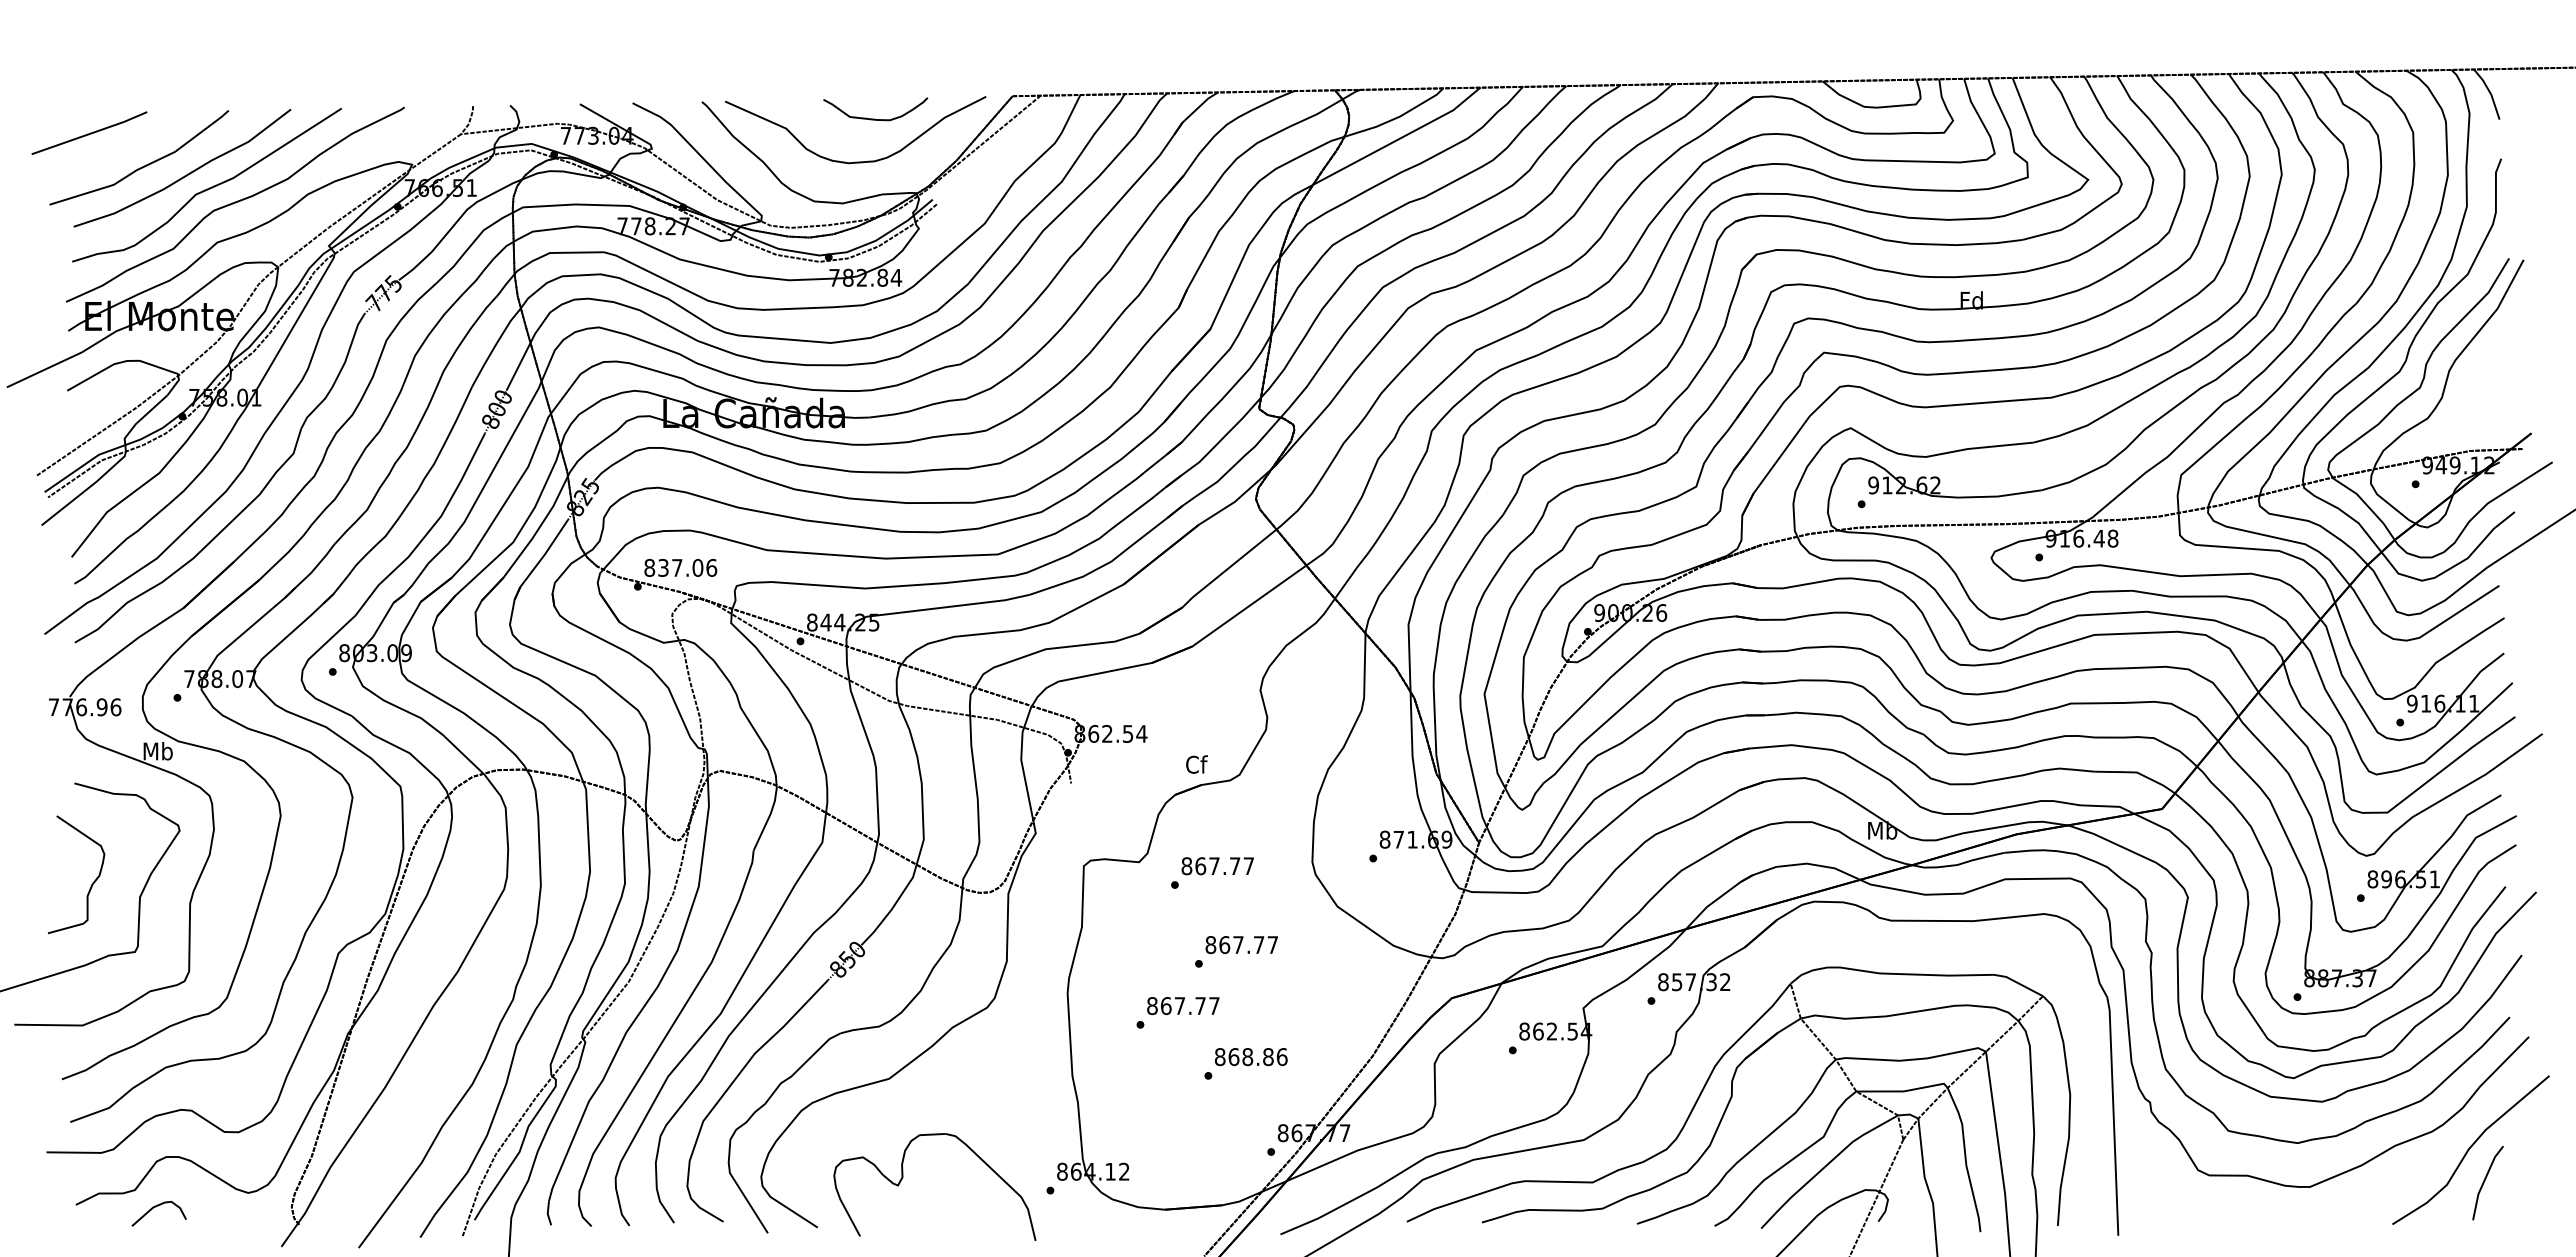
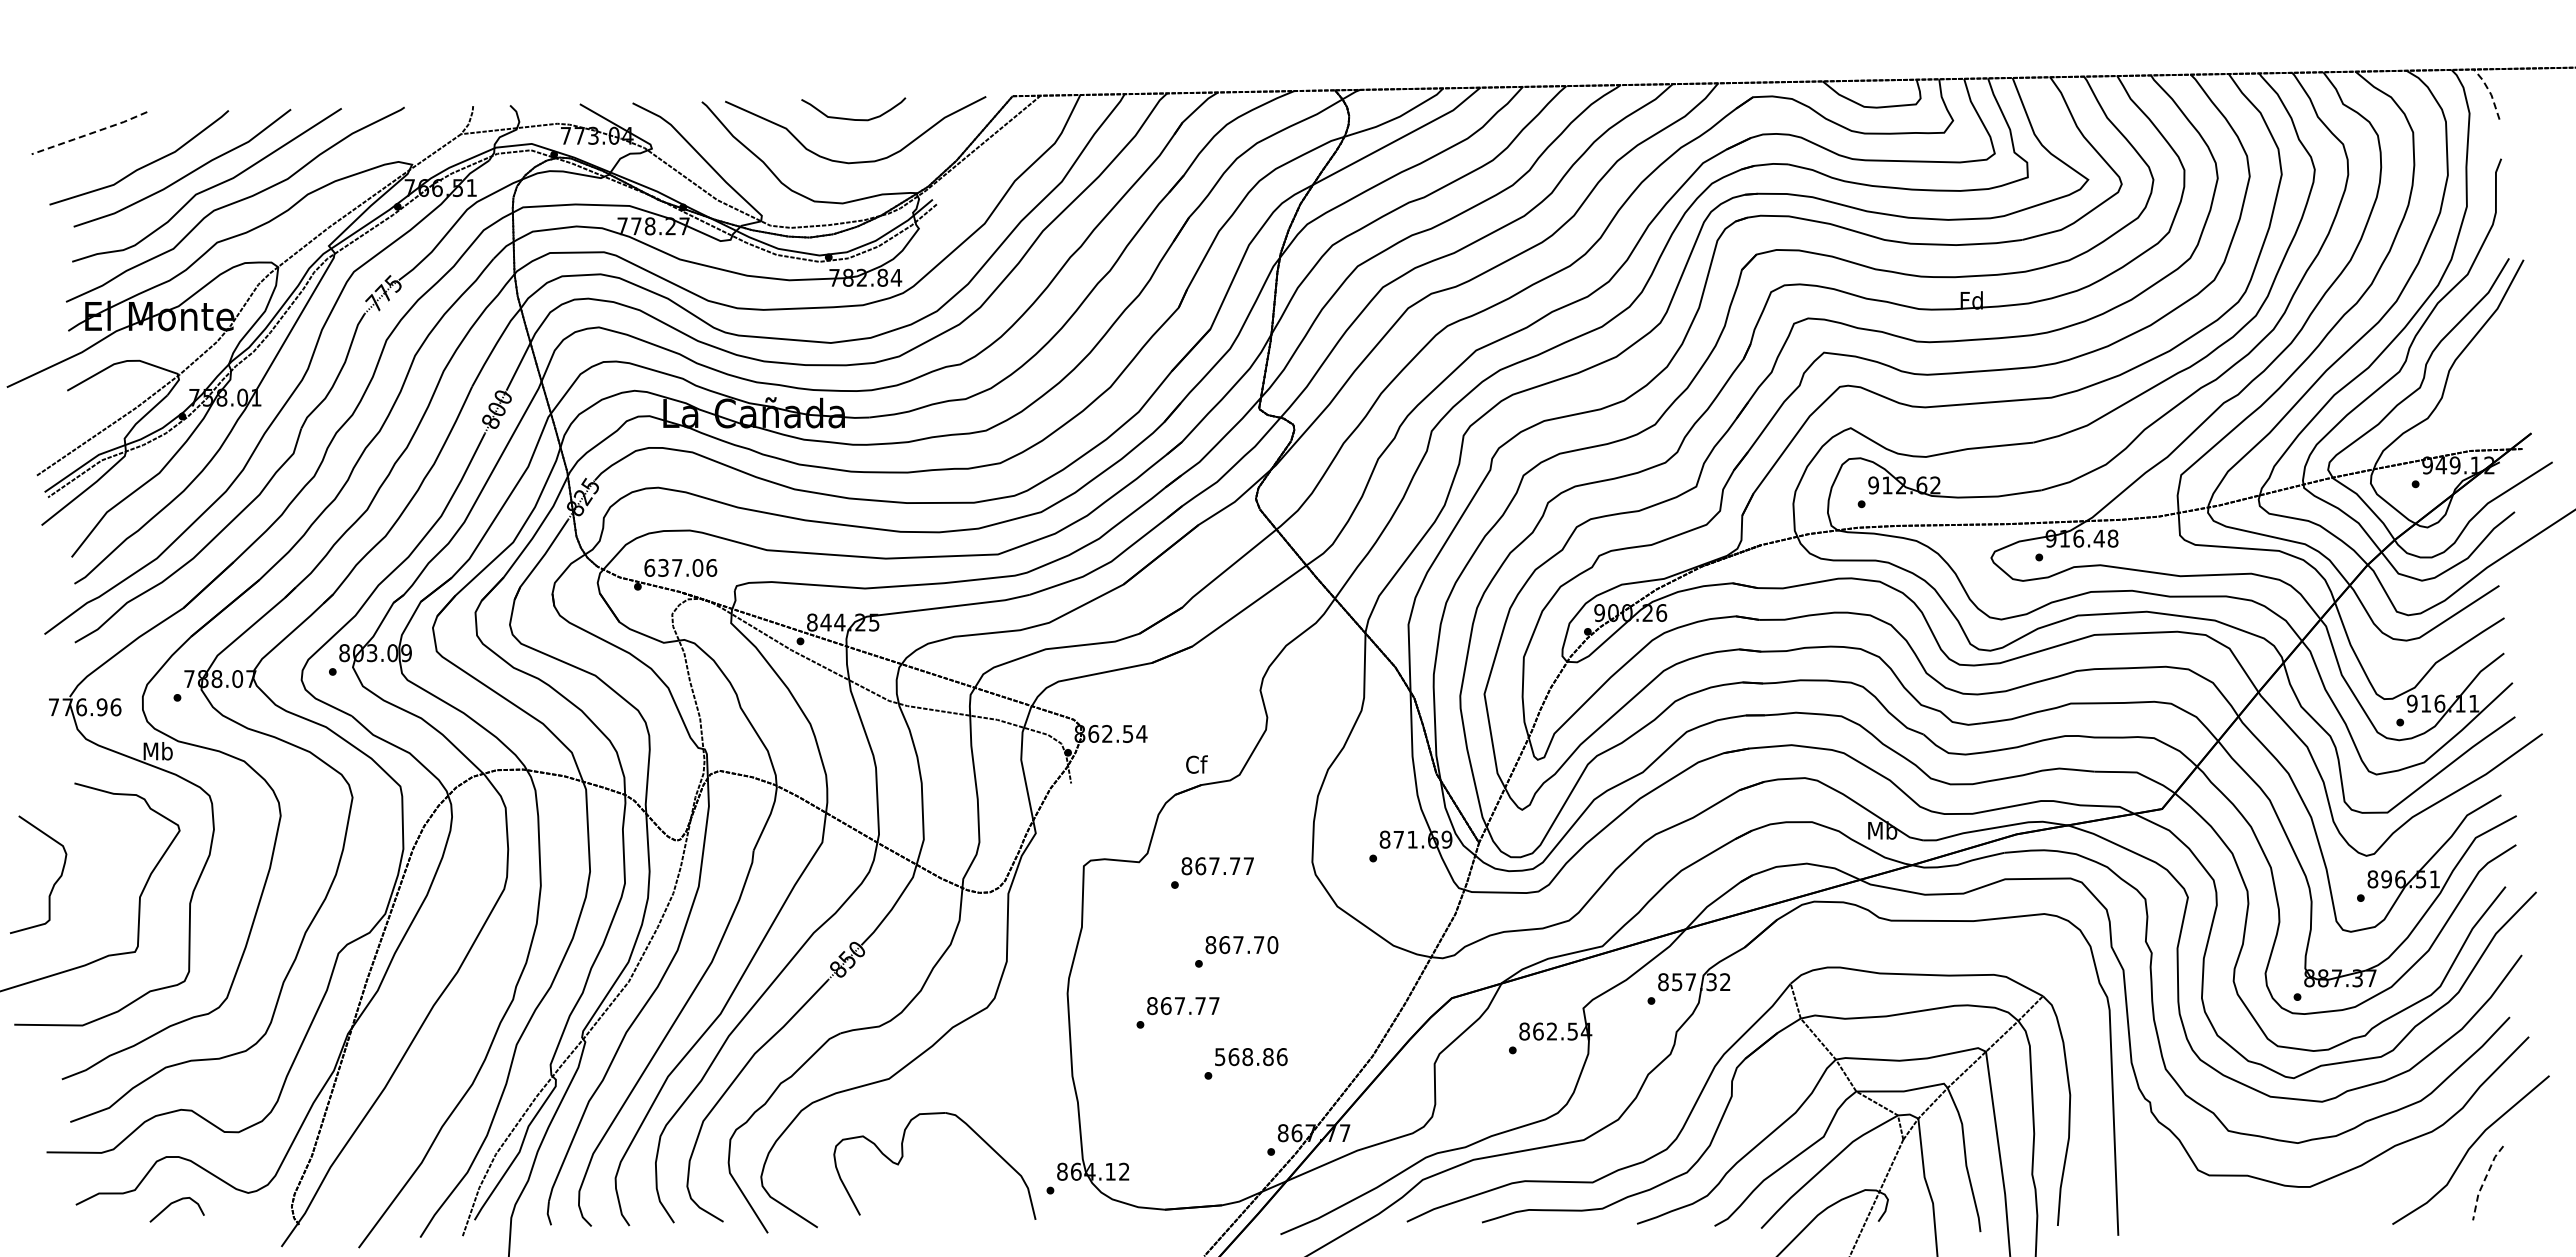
line at (2490, 93): solid -> dashed
curve at (875, 118) position: (875, 118) -> (853, 118)
line at (90, 133): solid -> dashed
text at (649, 567): 837.06 -> 637.06
curve at (92, 882) position: (92, 882) -> (54, 882)
text at (1272, 945): 867.77 -> 867.70
text at (1219, 1057): 868.86 -> 568.86
part at (903, 1177) position: (903, 1177) -> (903, 1156)
line at (2484, 1181): solid -> dashed
curve at (156, 1207) position: (156, 1207) -> (174, 1203)
